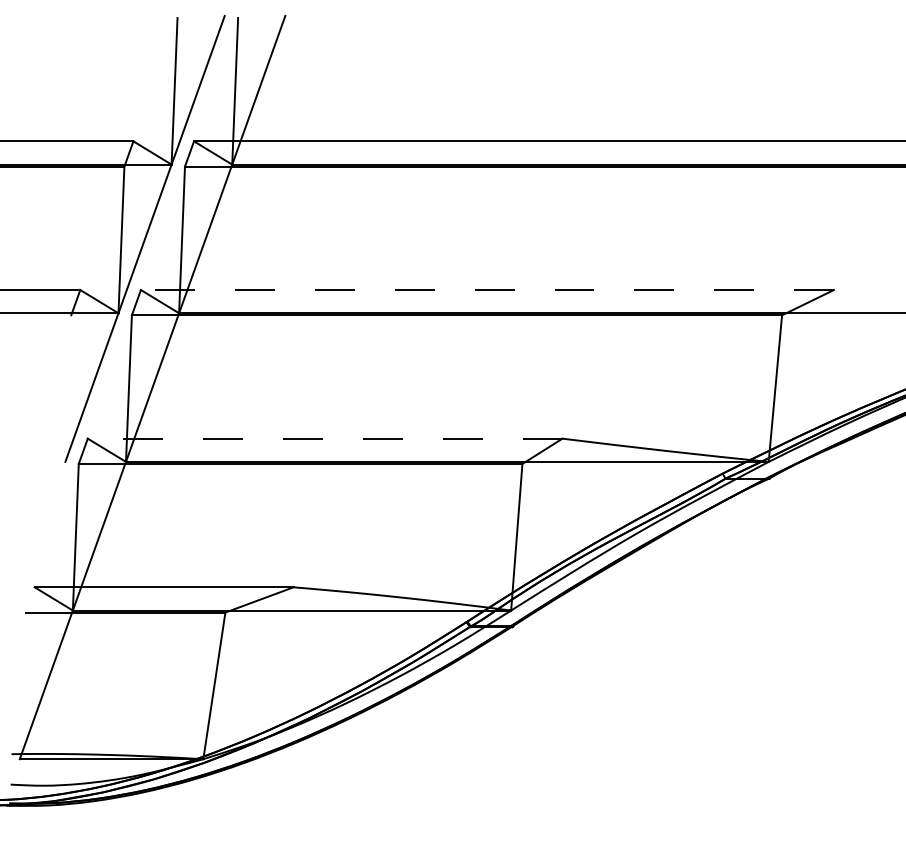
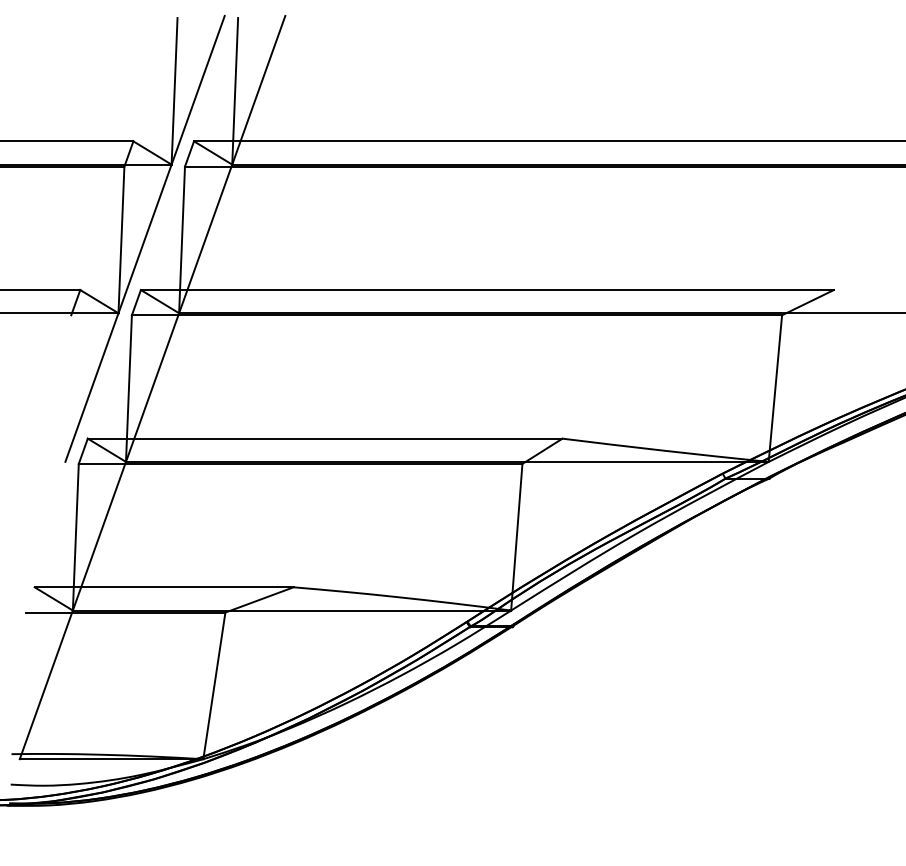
line at (486, 290): dashed -> solid
line at (324, 438): dashed -> solid
